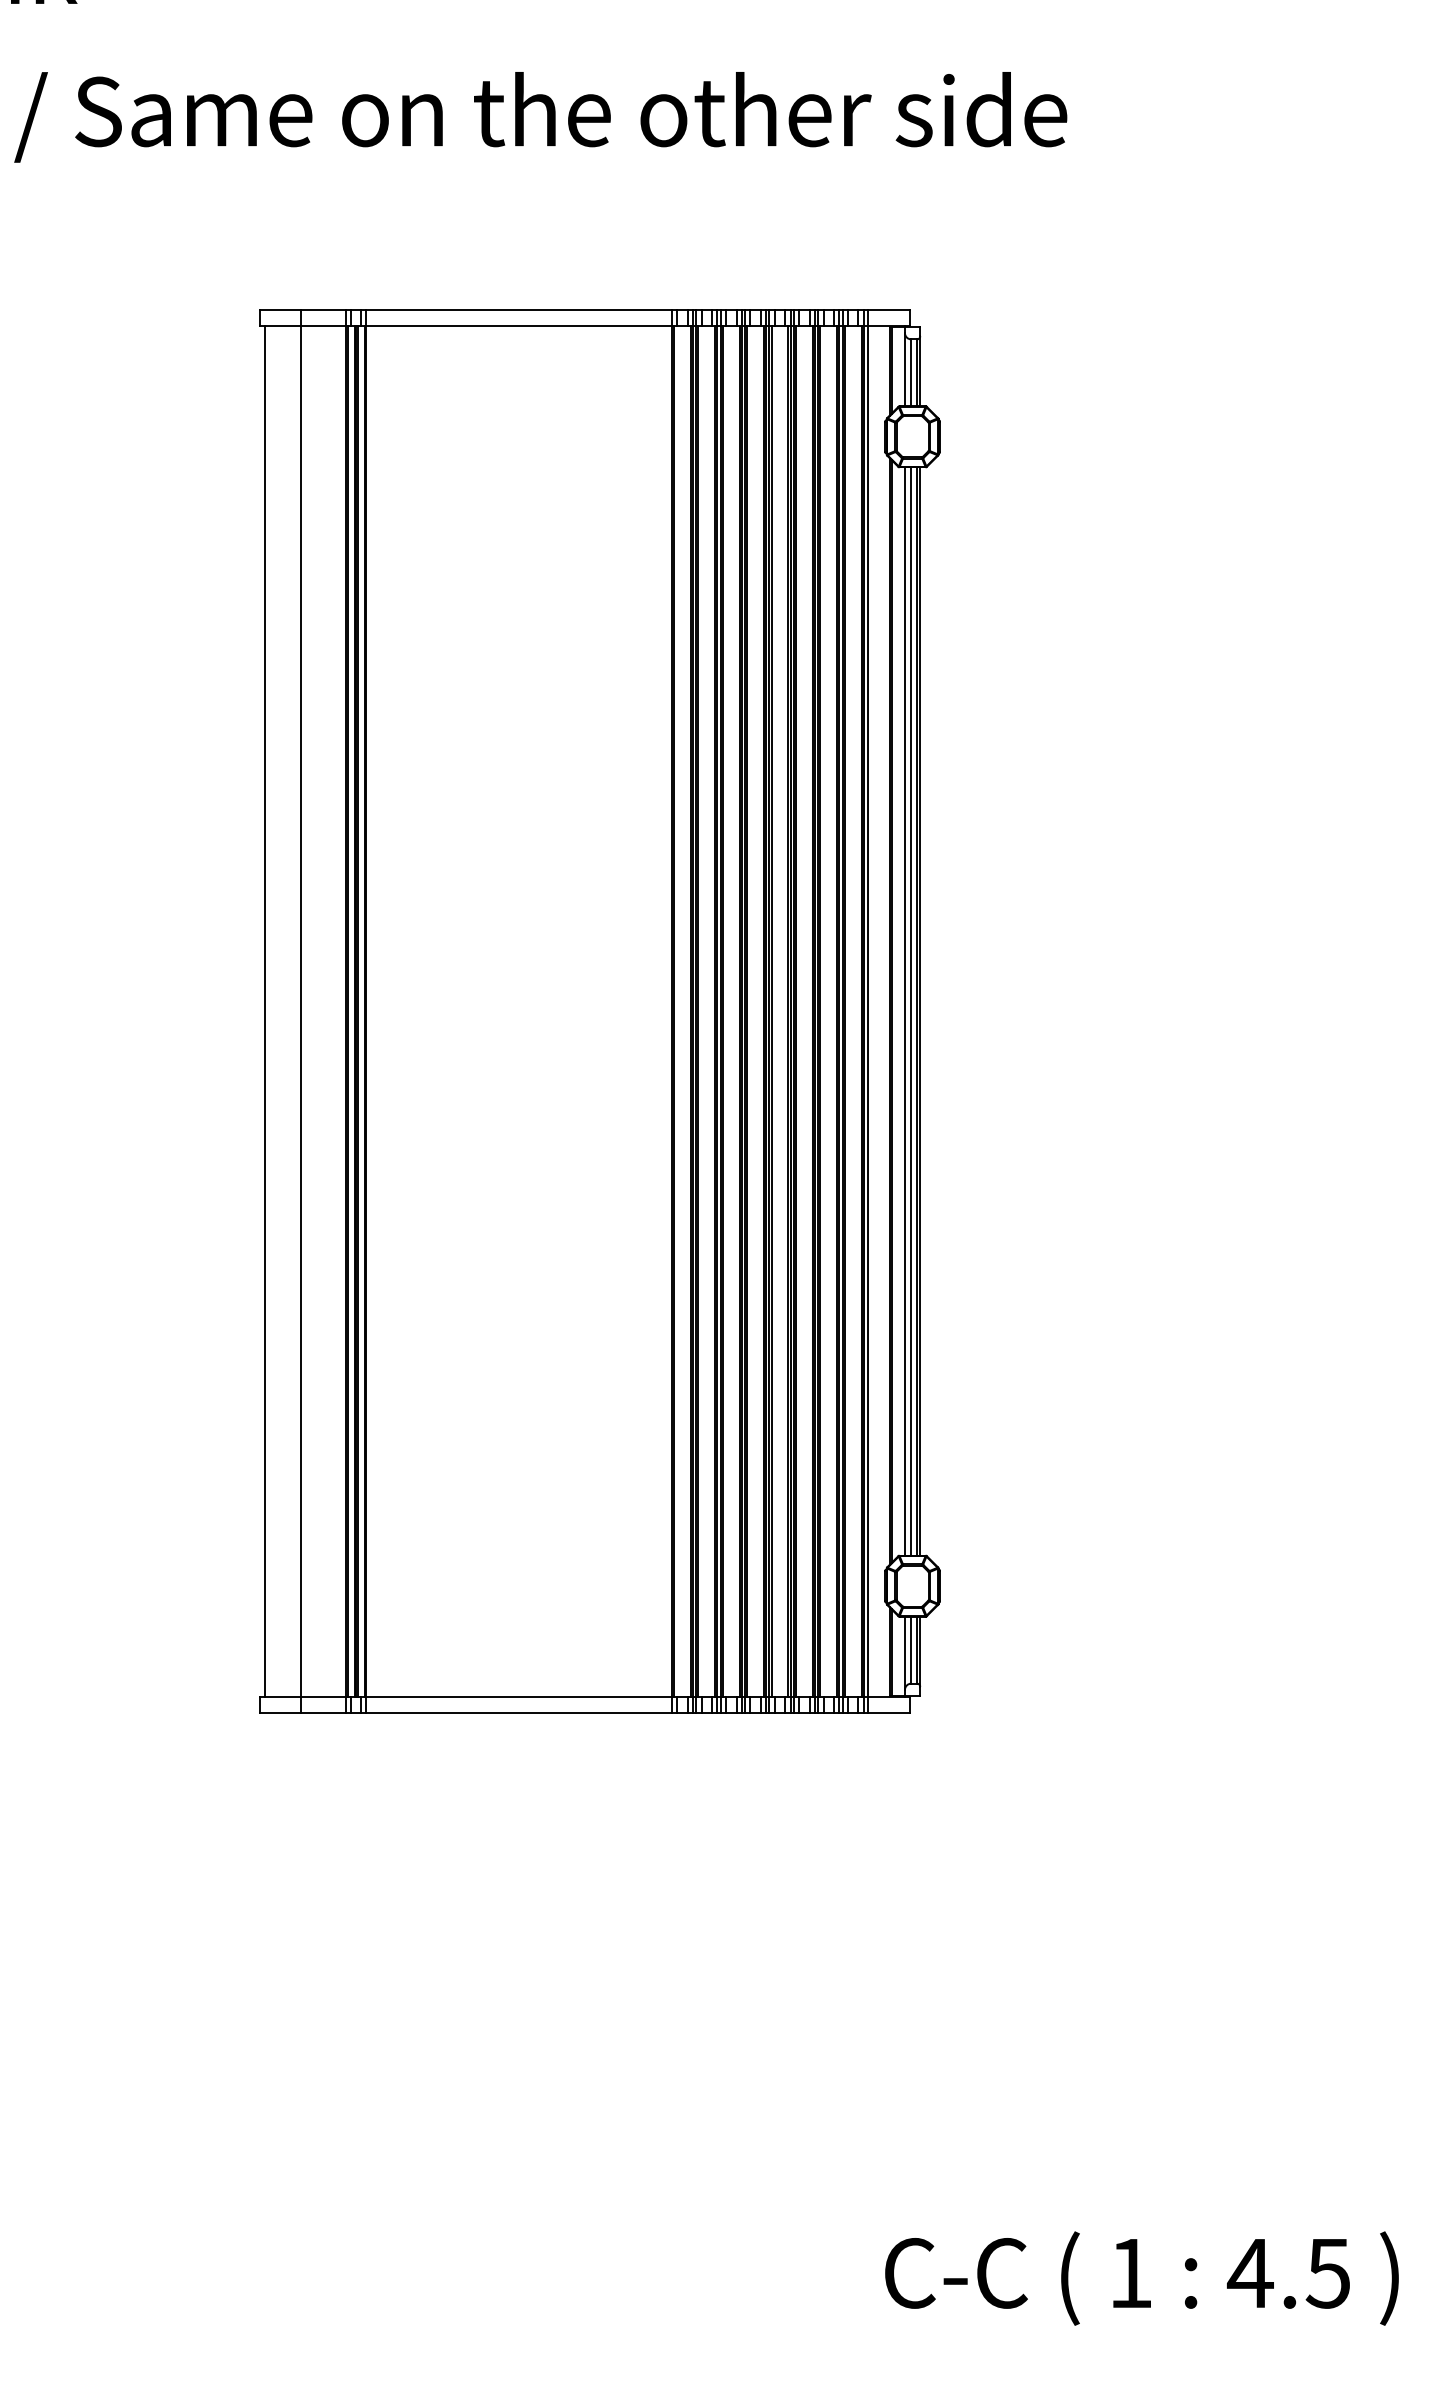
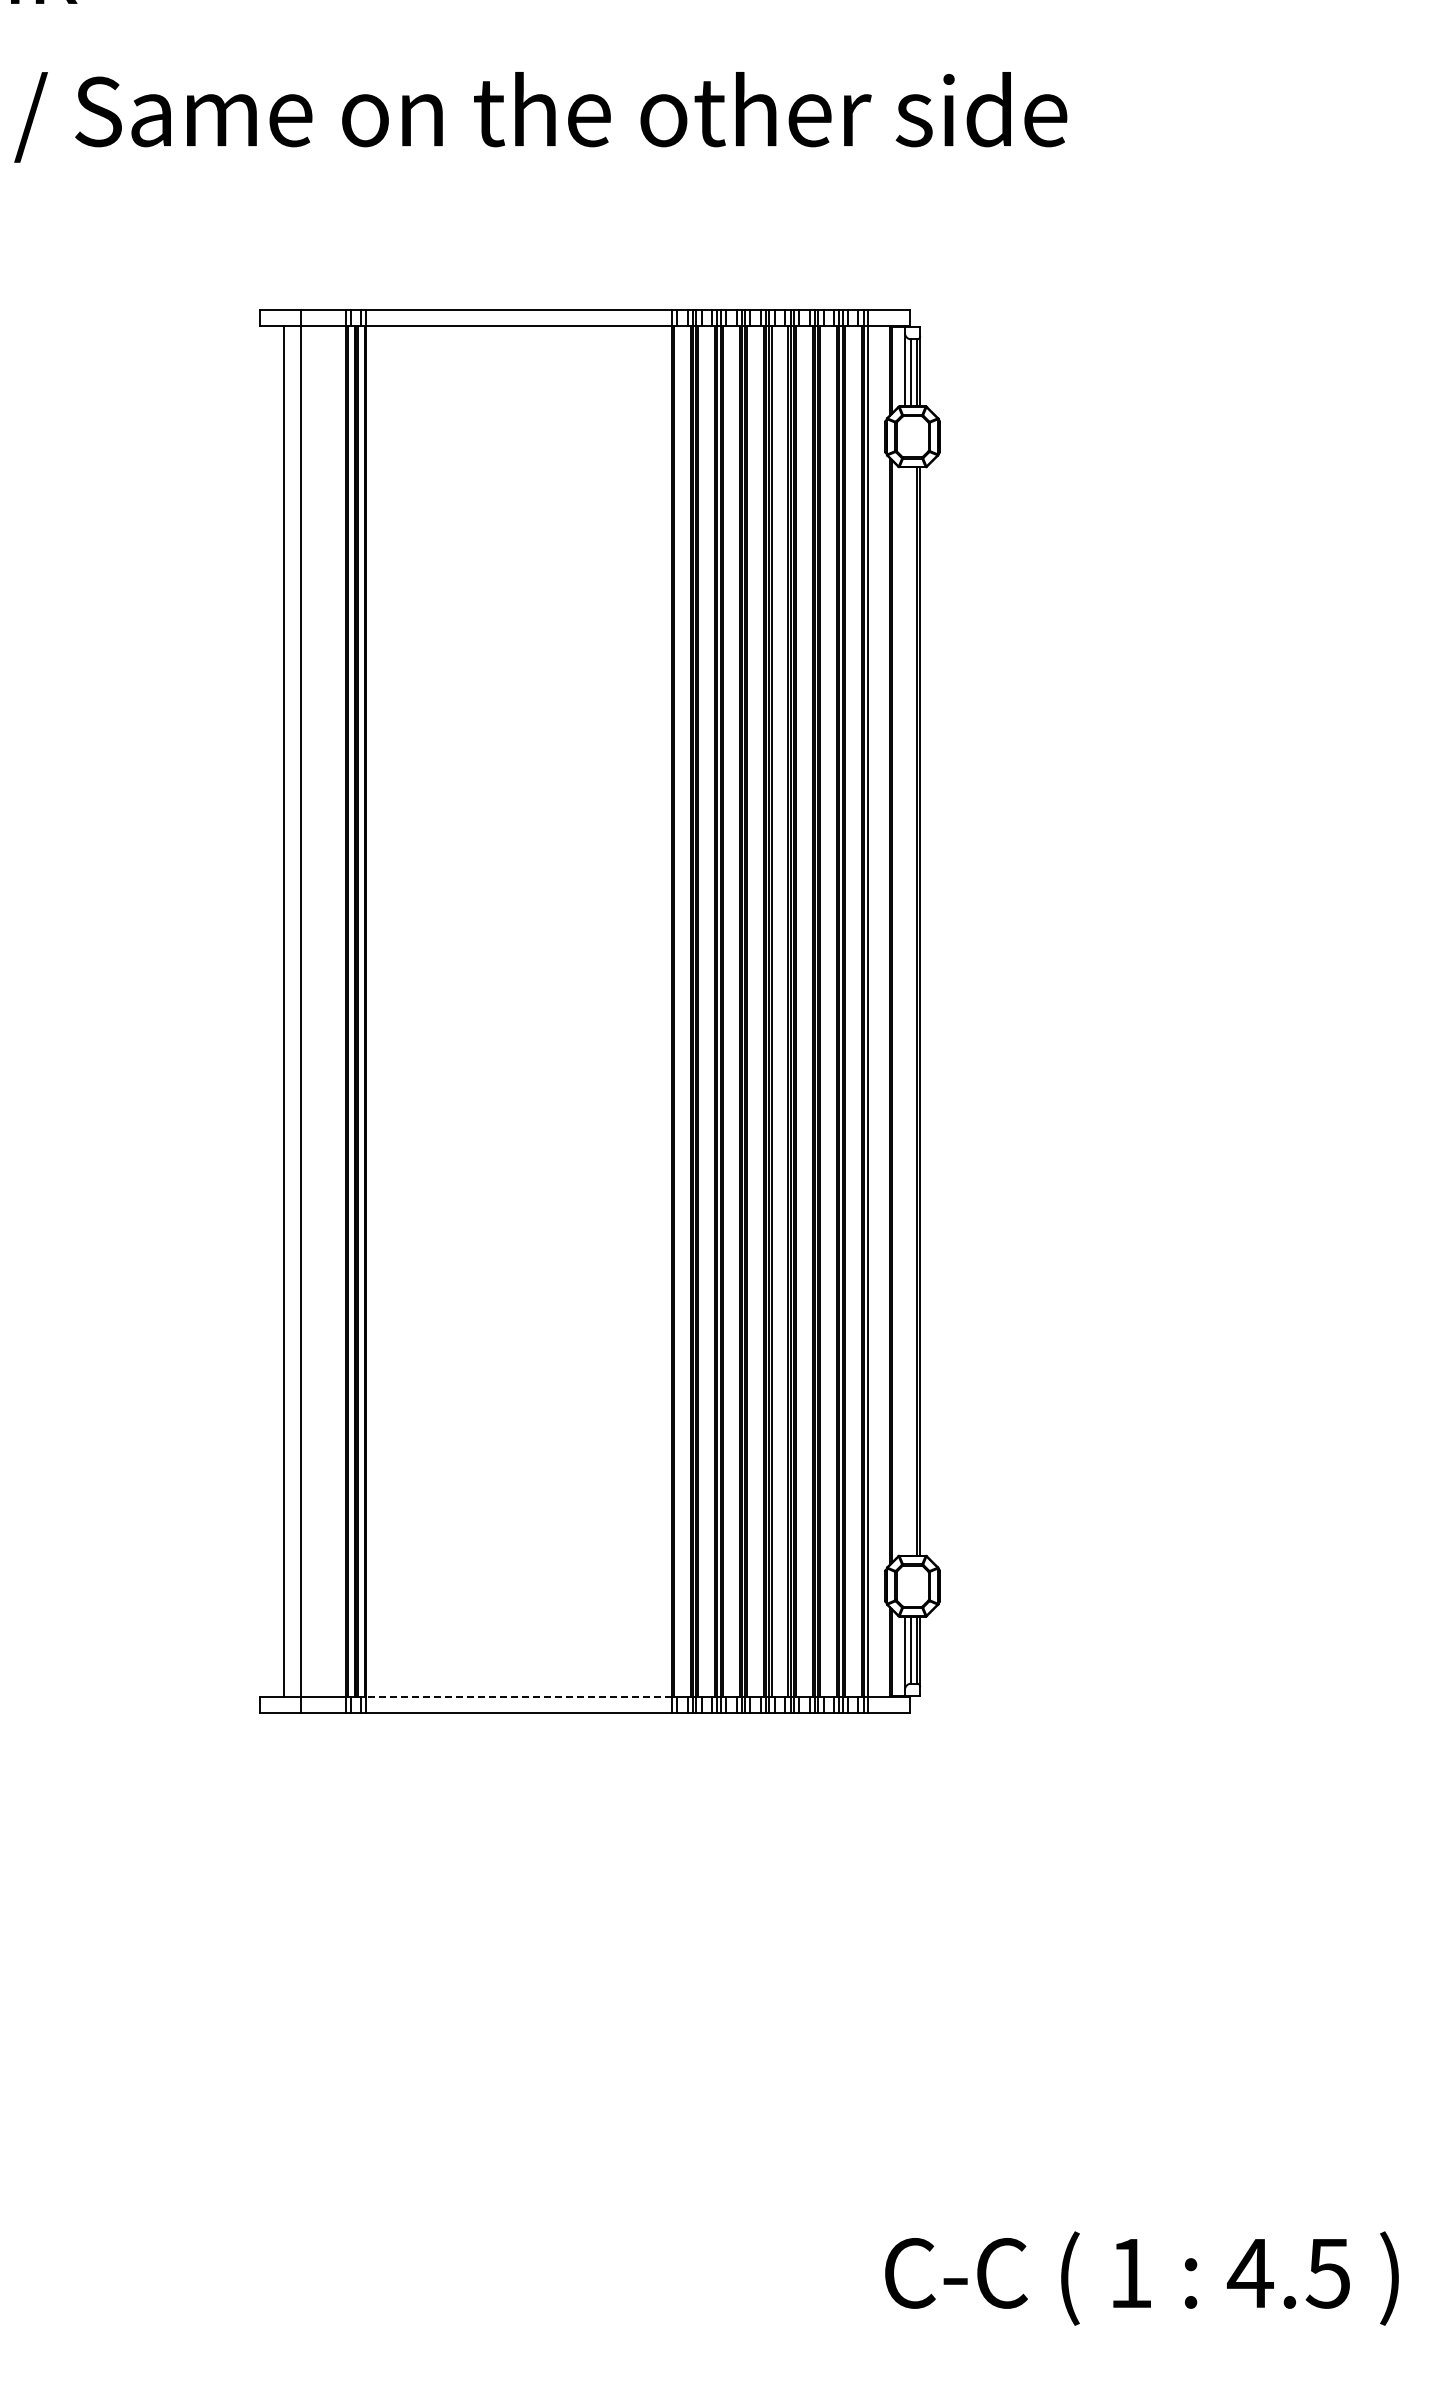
line at (264, 1011) position: (264, 1011) -> (283, 1011)
line at (905, 1011): present -> none
line at (911, 1011): present -> none
line at (519, 1697): solid -> dashed
